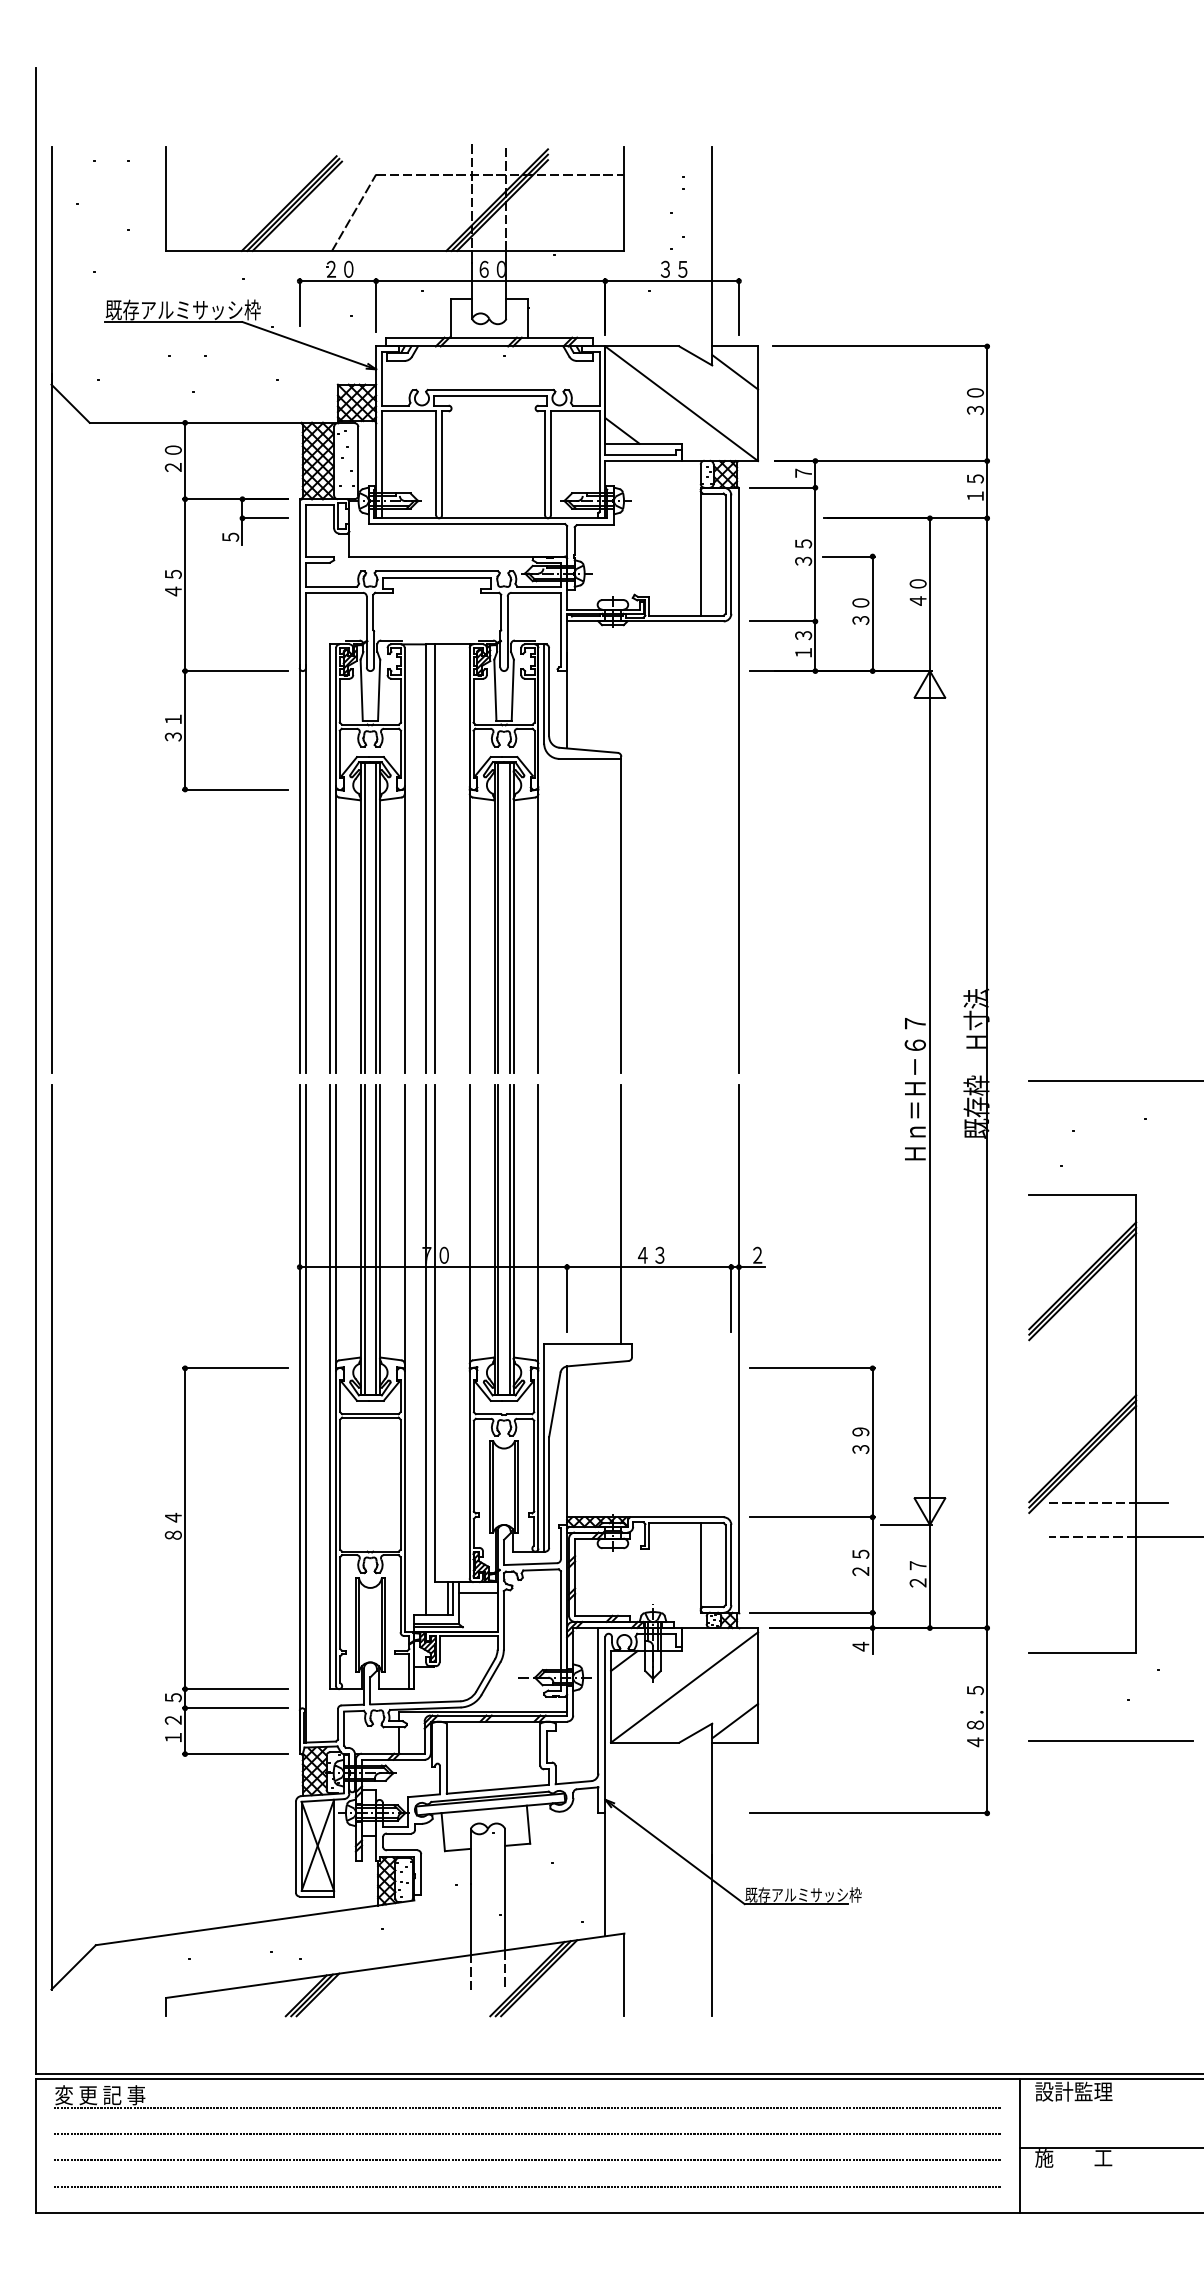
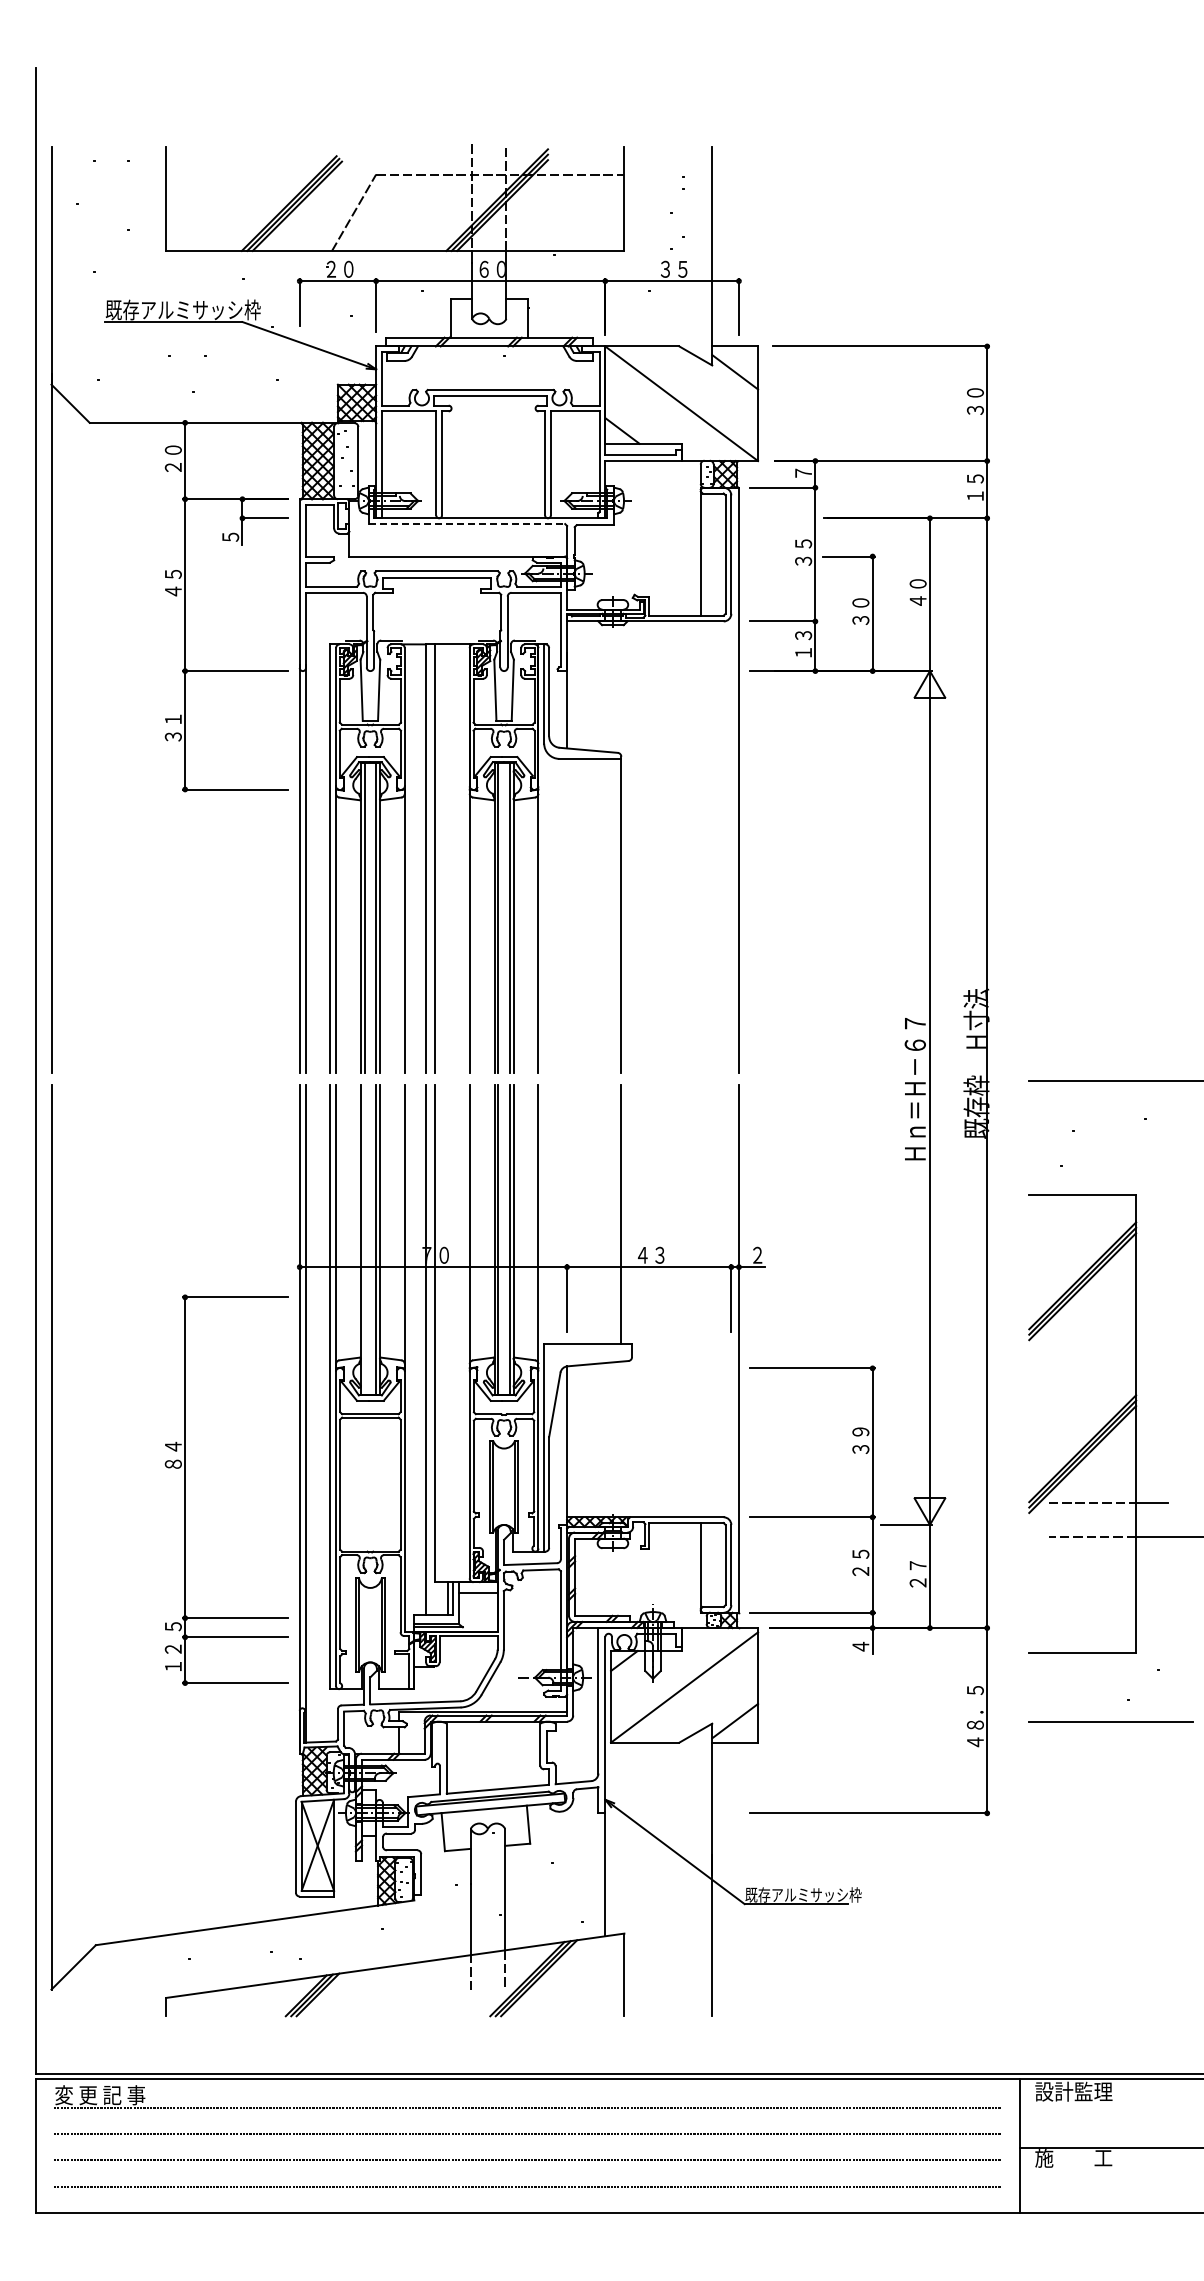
line at (467, 524): solid -> dashed
line at (364, 1239): present -> none
part at (185, 1560) position: (185, 1560) -> (185, 1489)
line at (1110, 1740) position: (1110, 1740) -> (1110, 1721)
